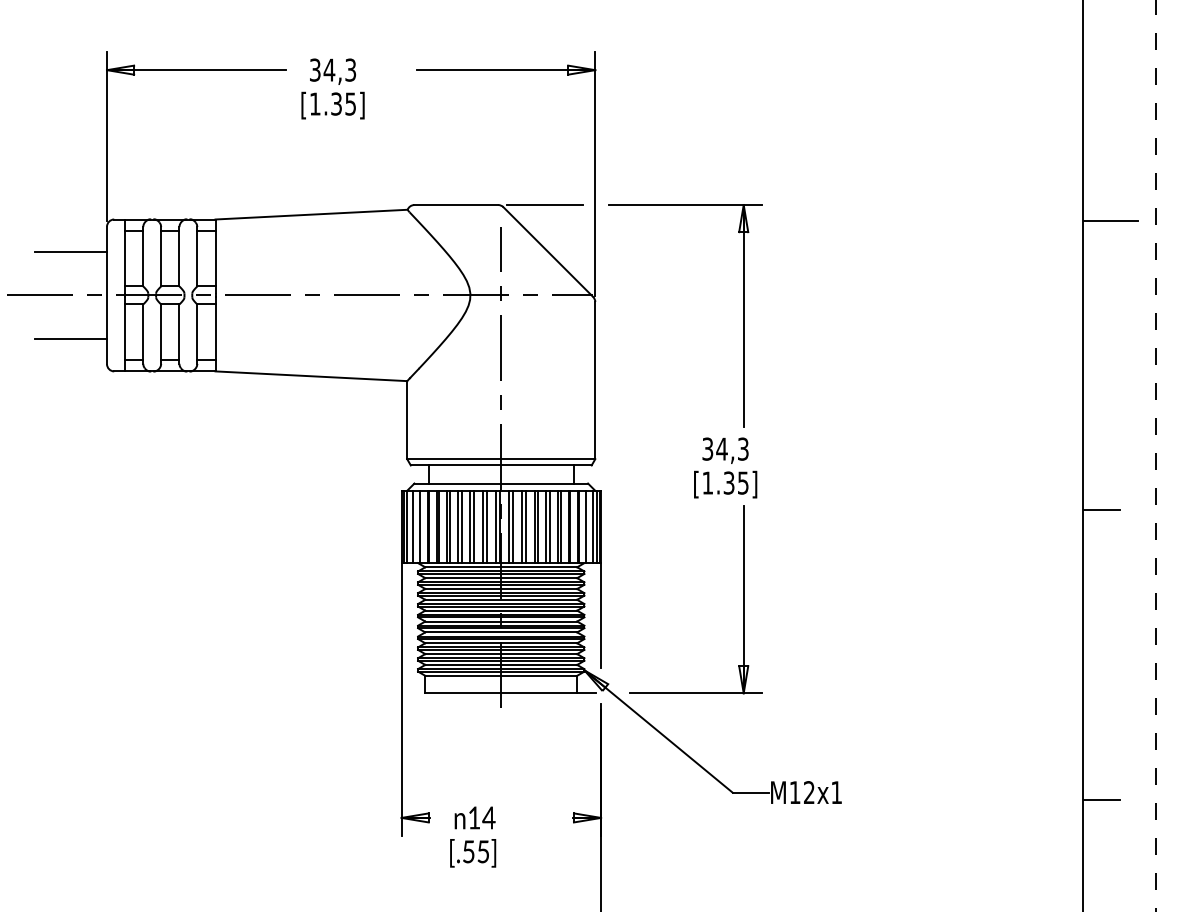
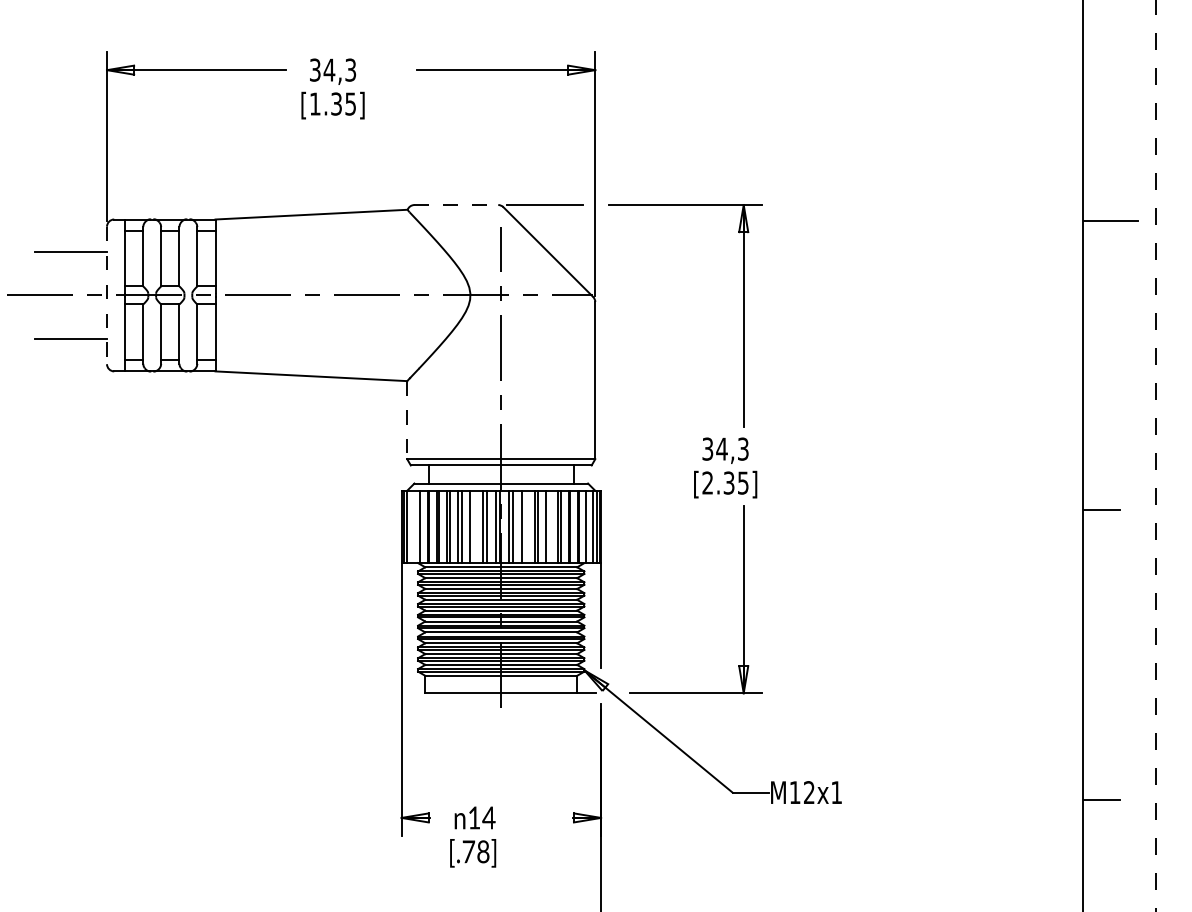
line at (456, 205): solid -> dashed
line at (107, 295): solid -> dashed
line at (407, 420): solid -> dashed
text at (707, 482): [1.35] -> [2.35]
line at (412, 526): present -> none
line at (474, 526): present -> none
line at (526, 526): present -> none
line at (550, 526): present -> none
text at (475, 851): [.55] -> [.78]
